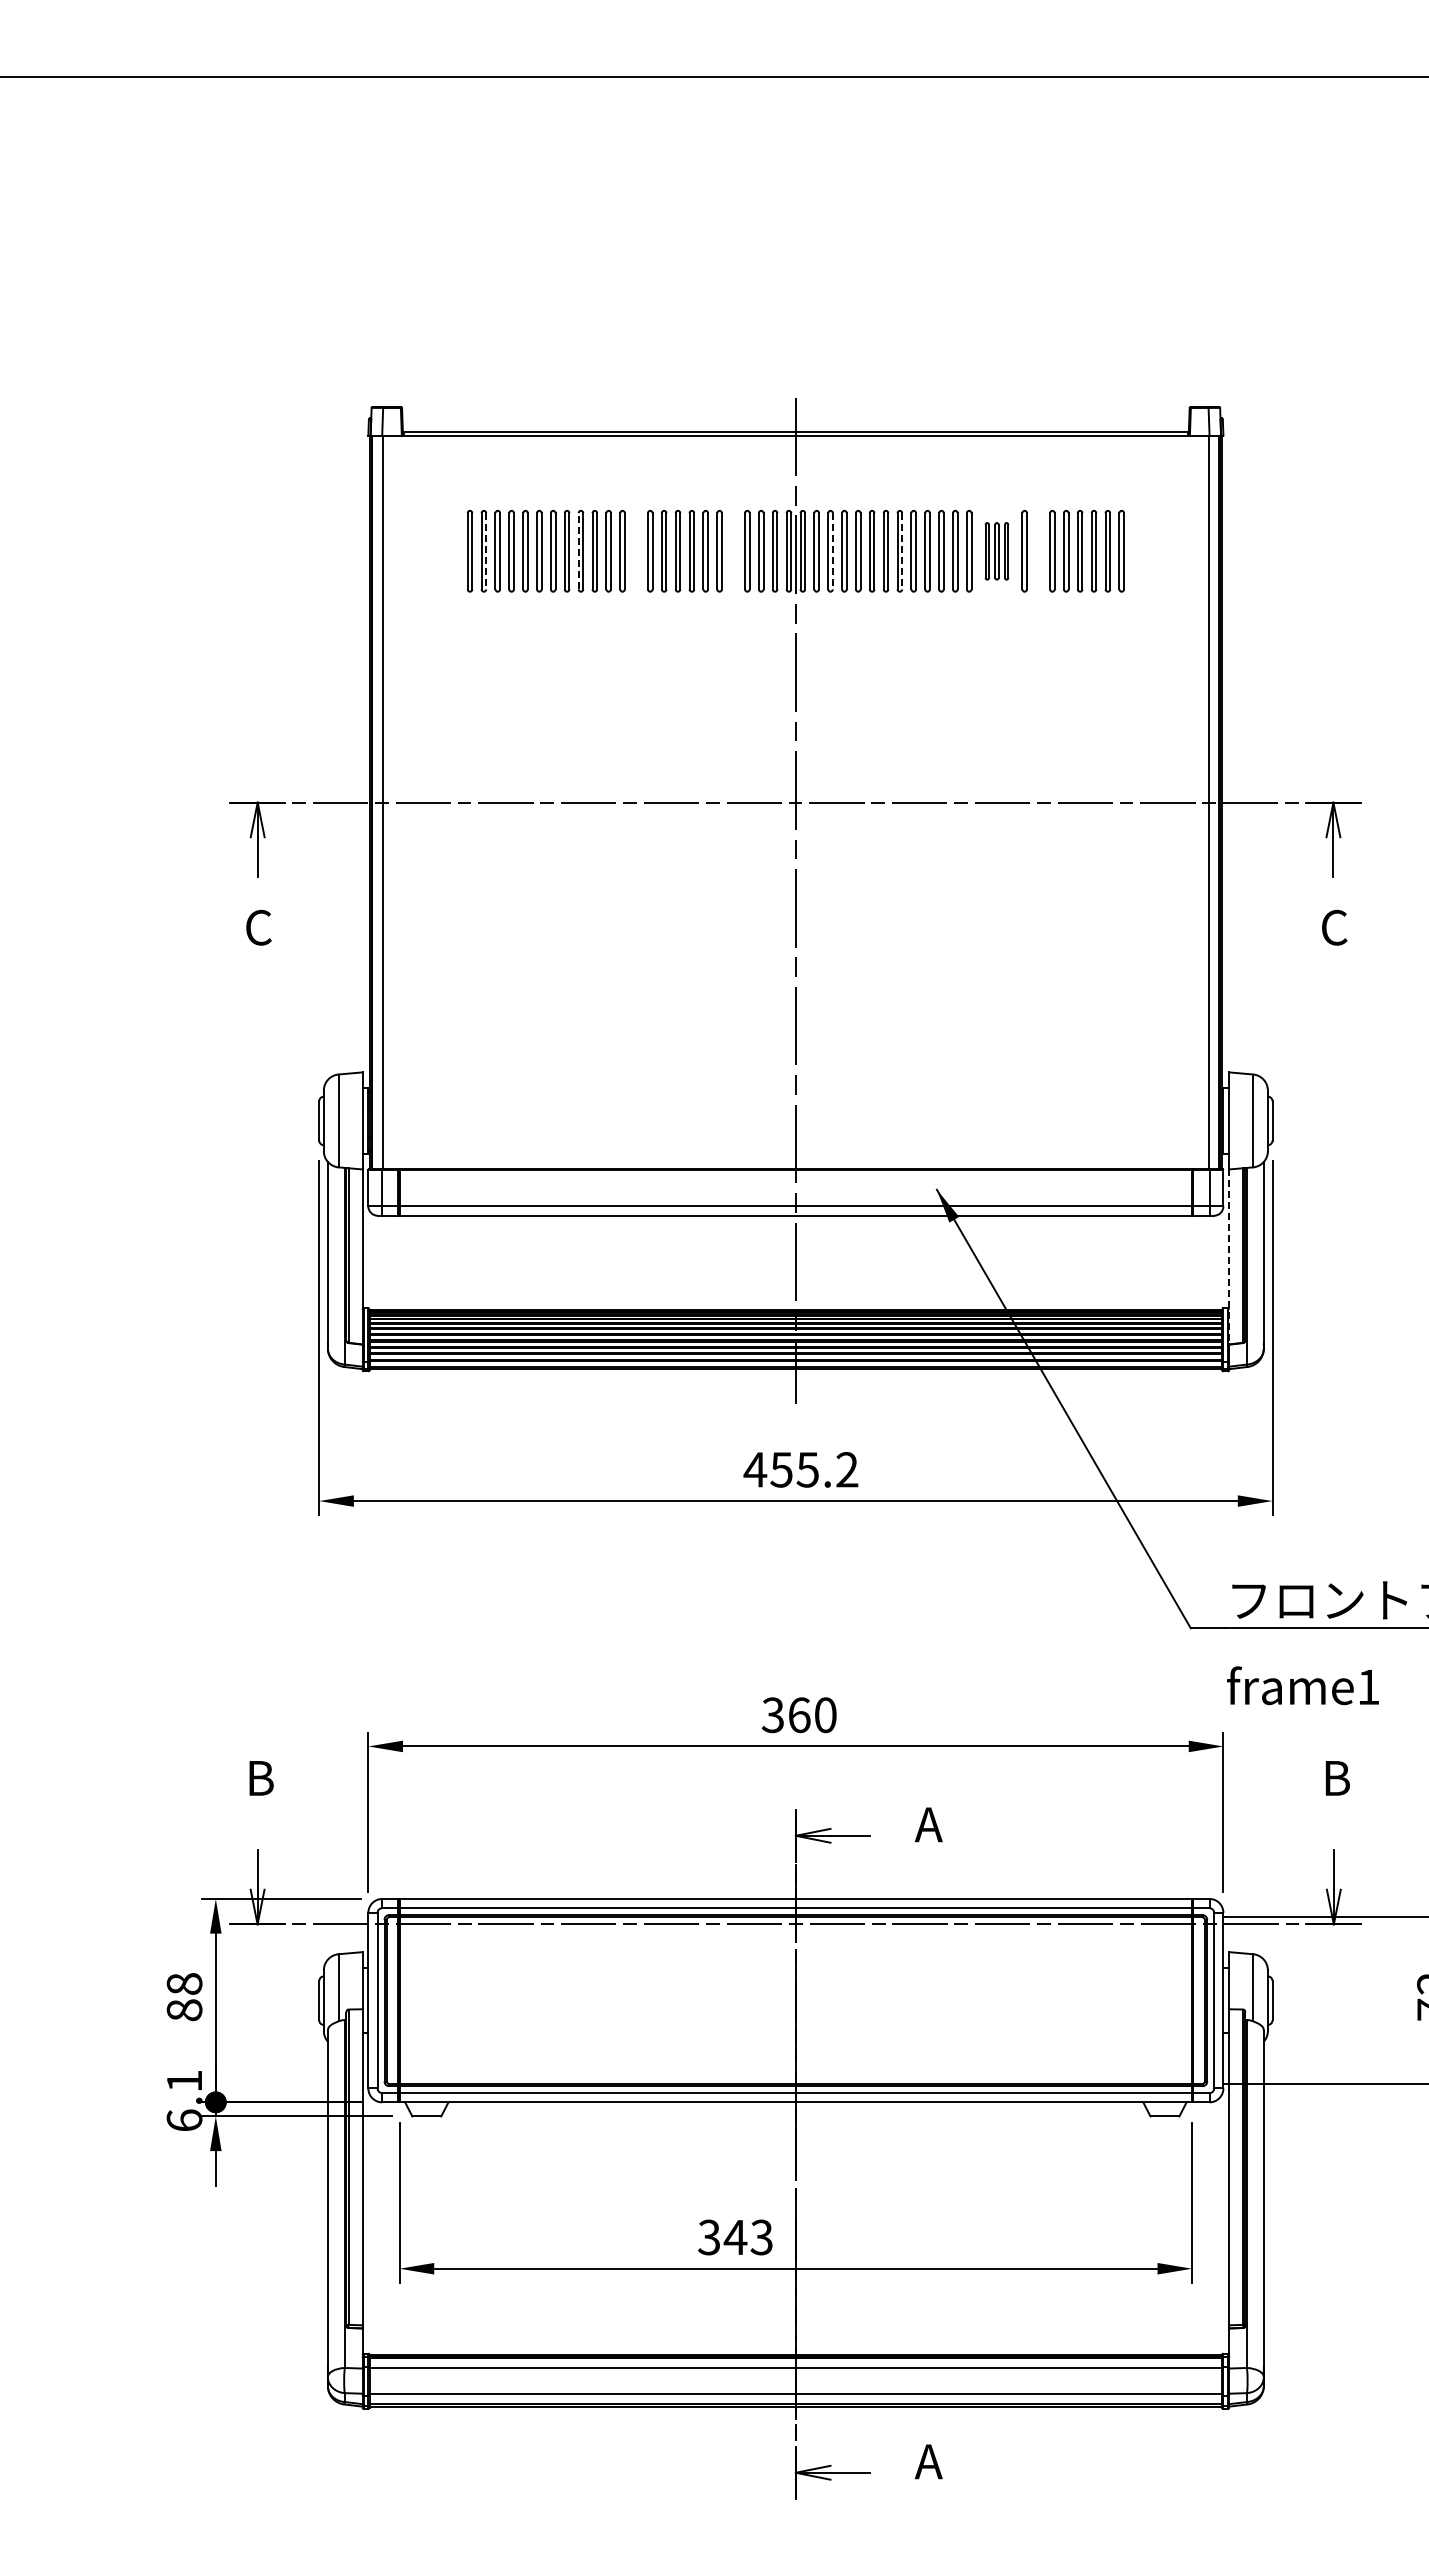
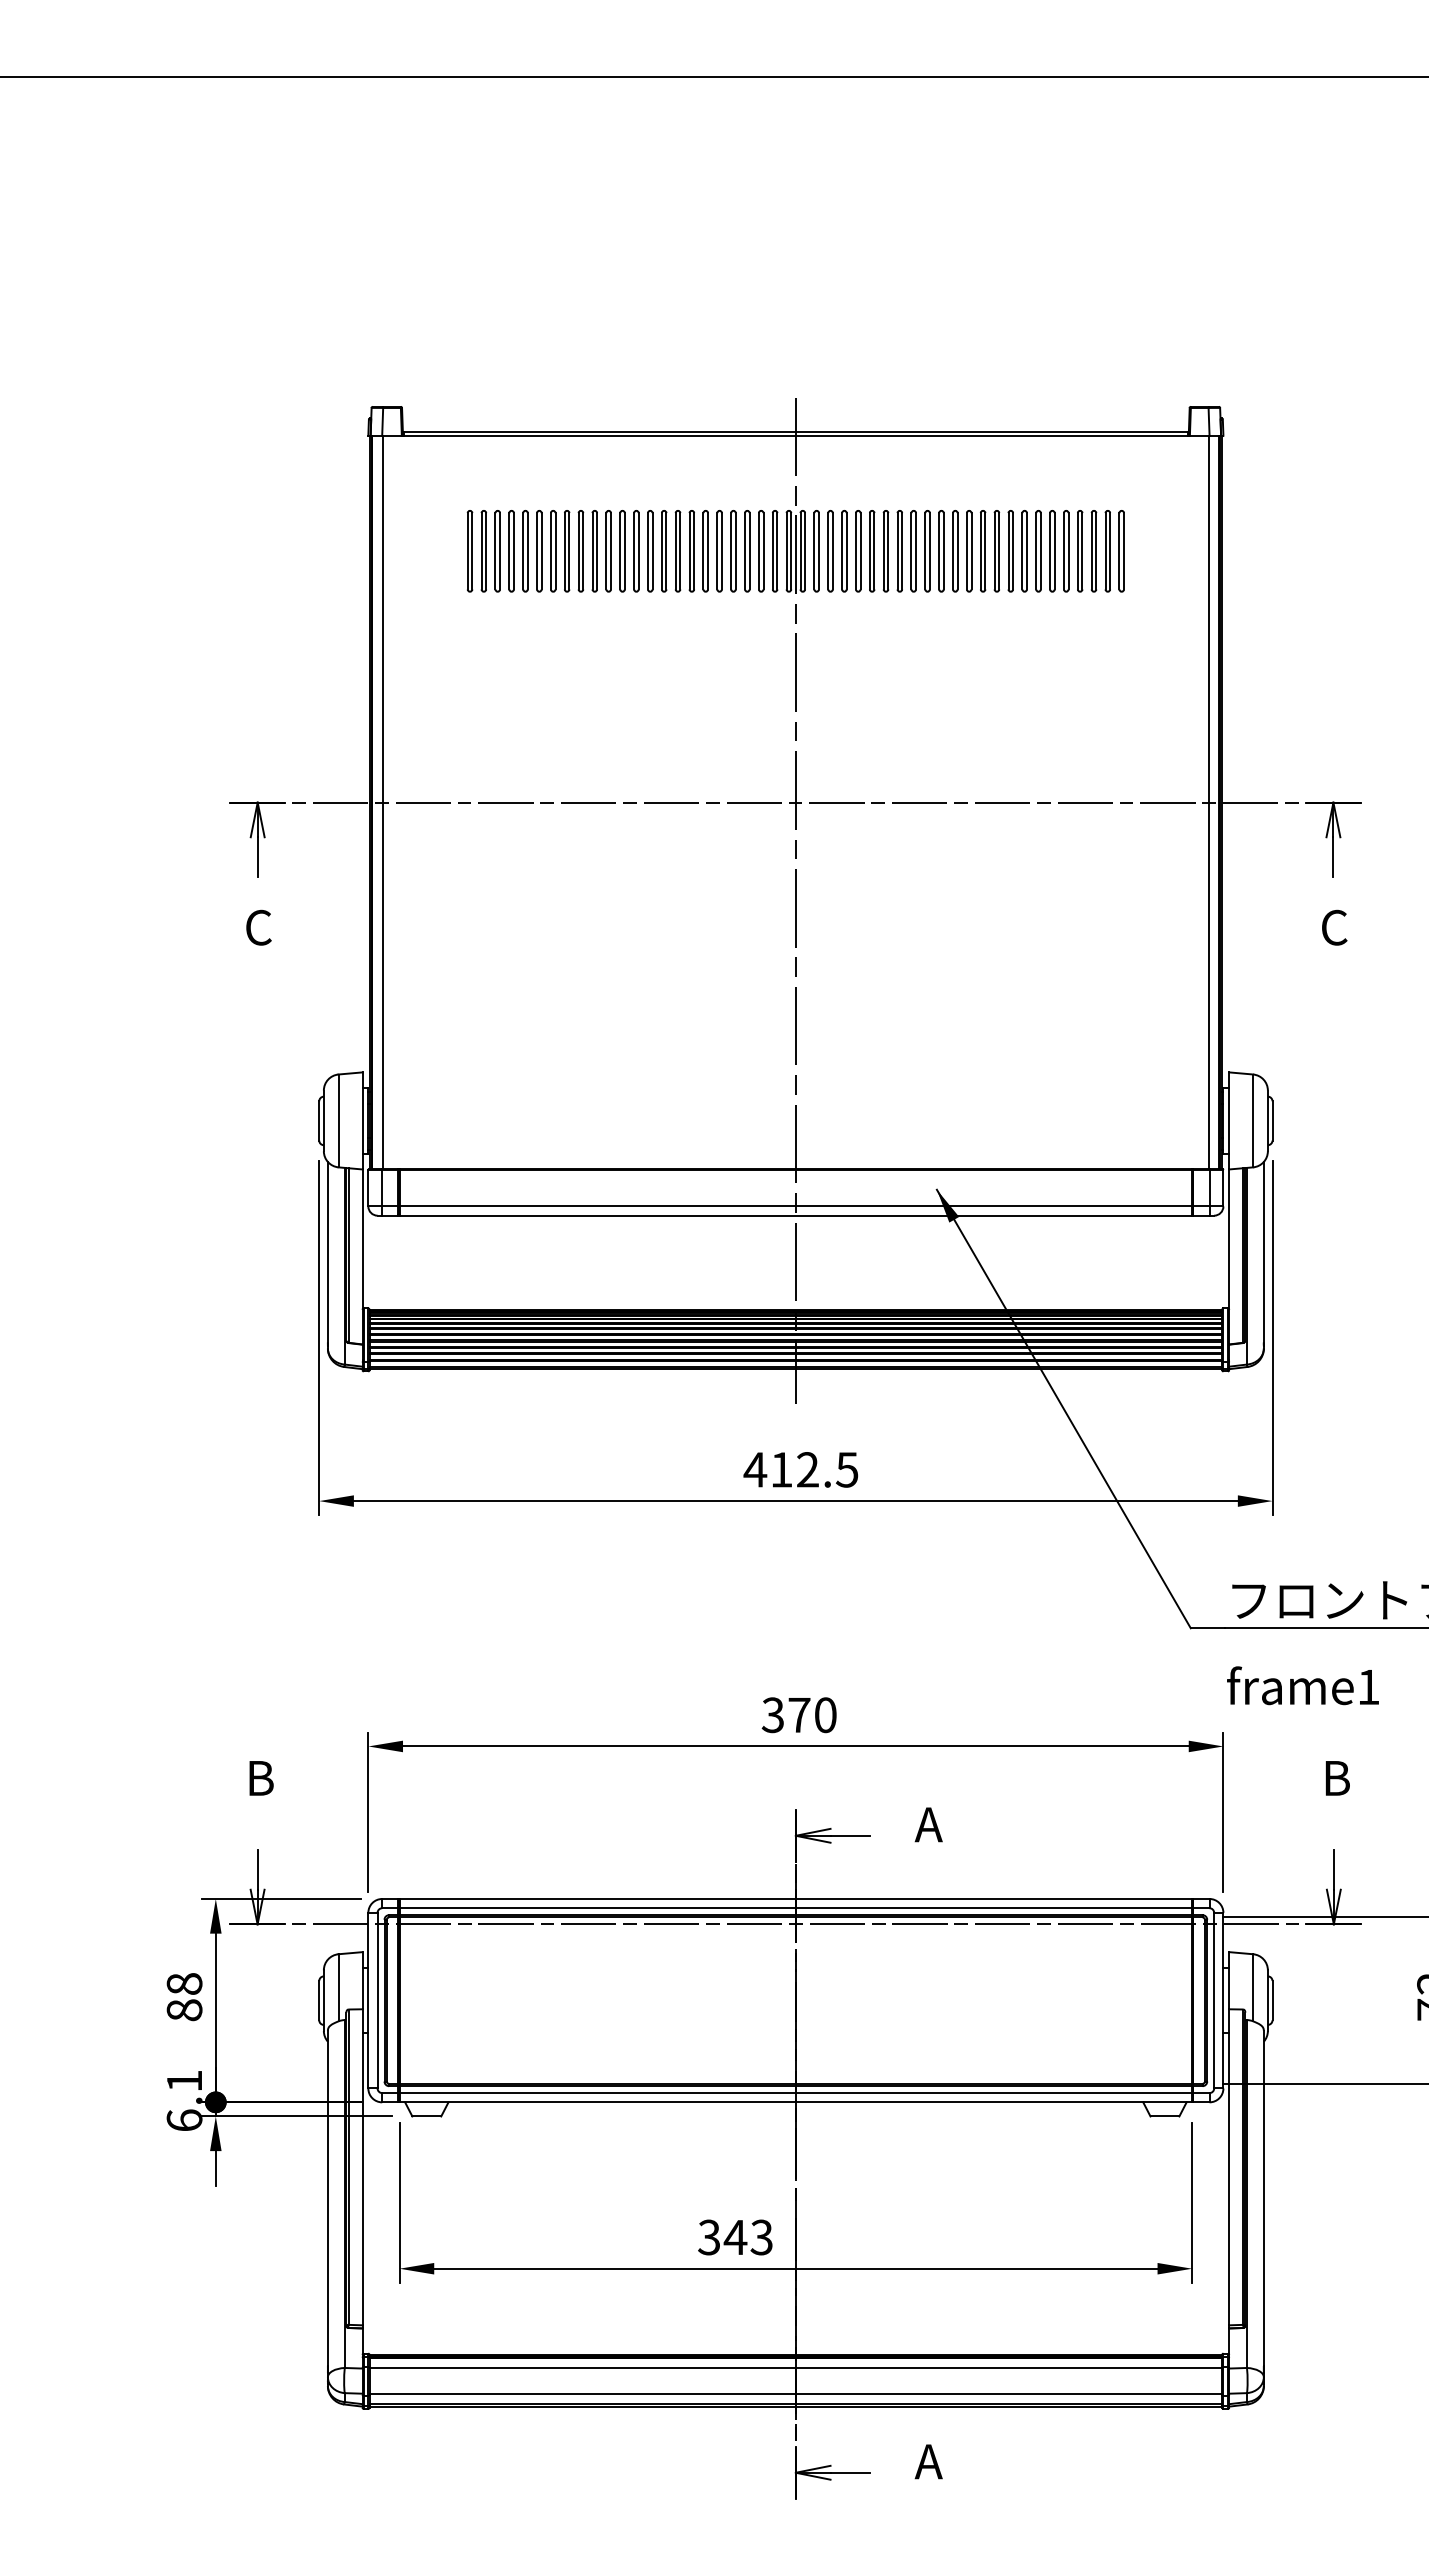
line at (578, 550): dashed -> solid
line at (486, 551): dashed -> solid
part at (636, 551): none -> present
part at (733, 551): none -> present
line at (832, 551): dashed -> solid
line at (902, 551): dashed -> solid
part at (996, 551) size: 26x59 px -> 34x83 px
part at (1038, 551): none -> present
line at (1229, 1257): dashed -> solid
text at (814, 1469): 455.2 -> 412.5
text at (799, 1715): 360 -> 370
